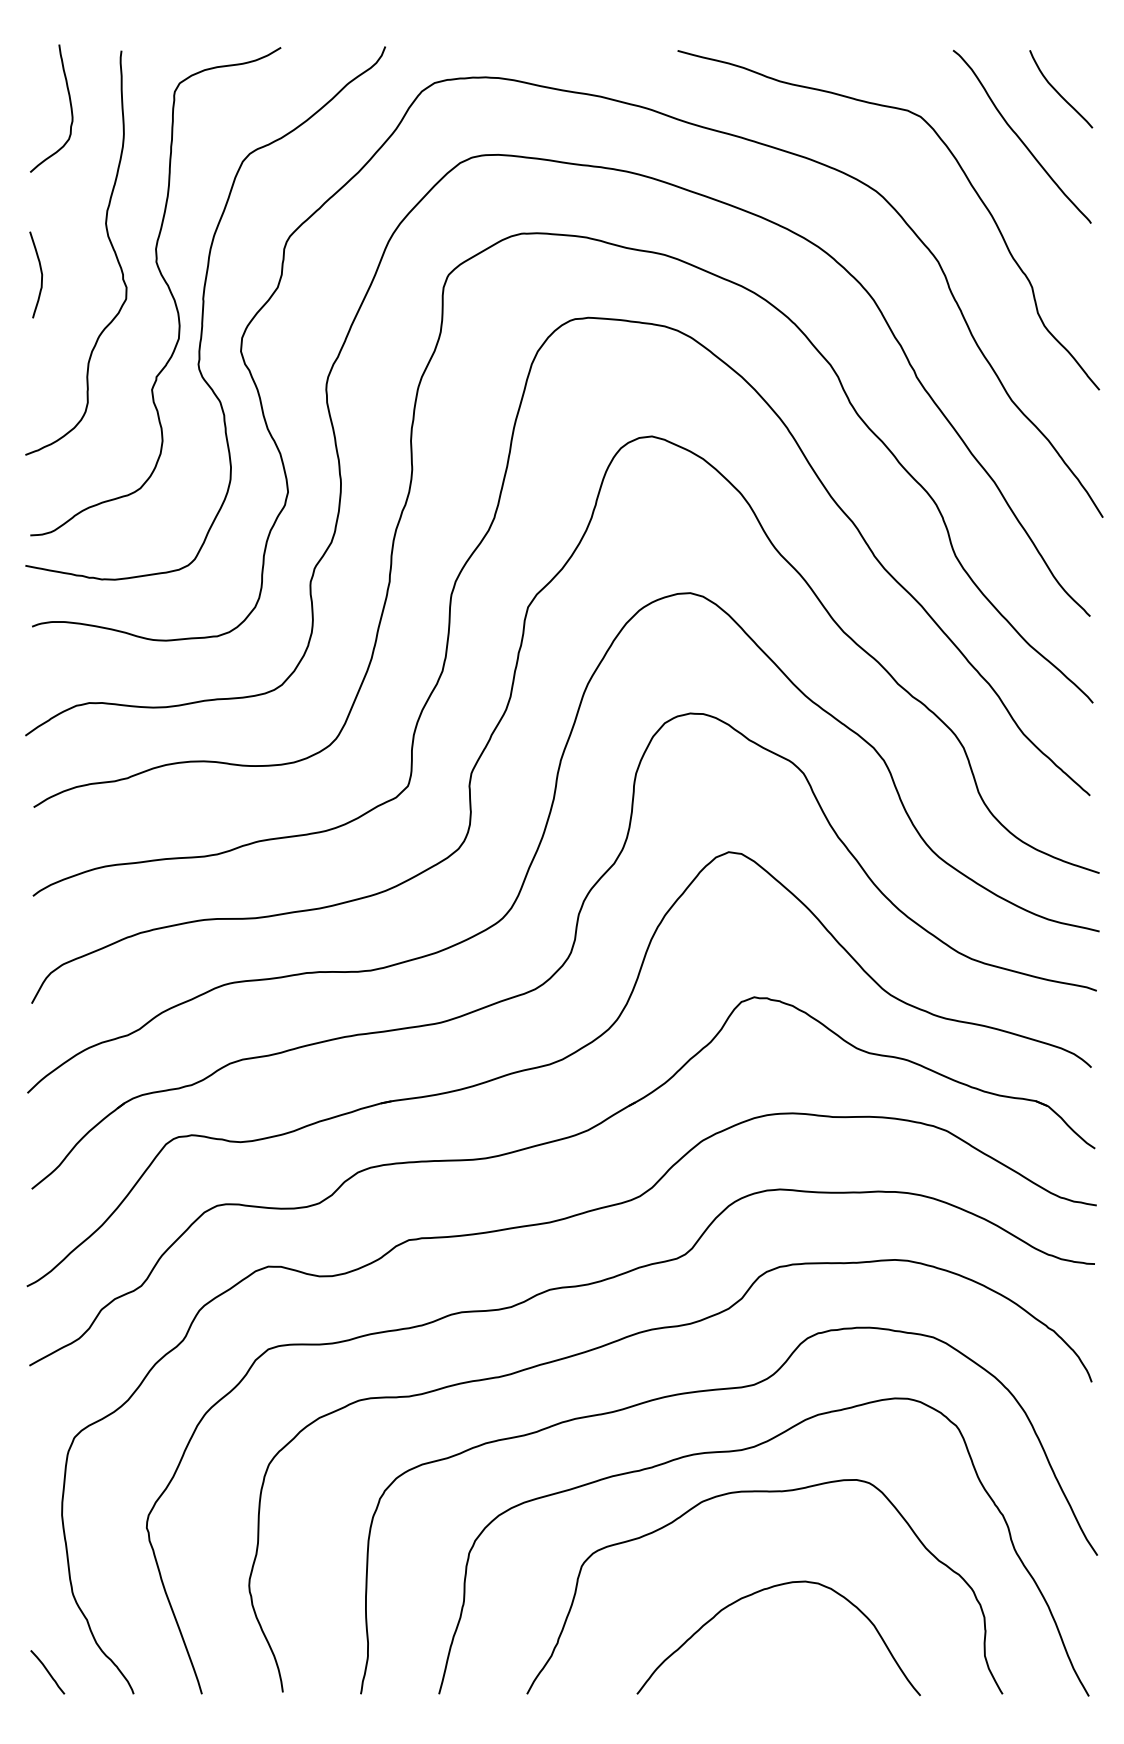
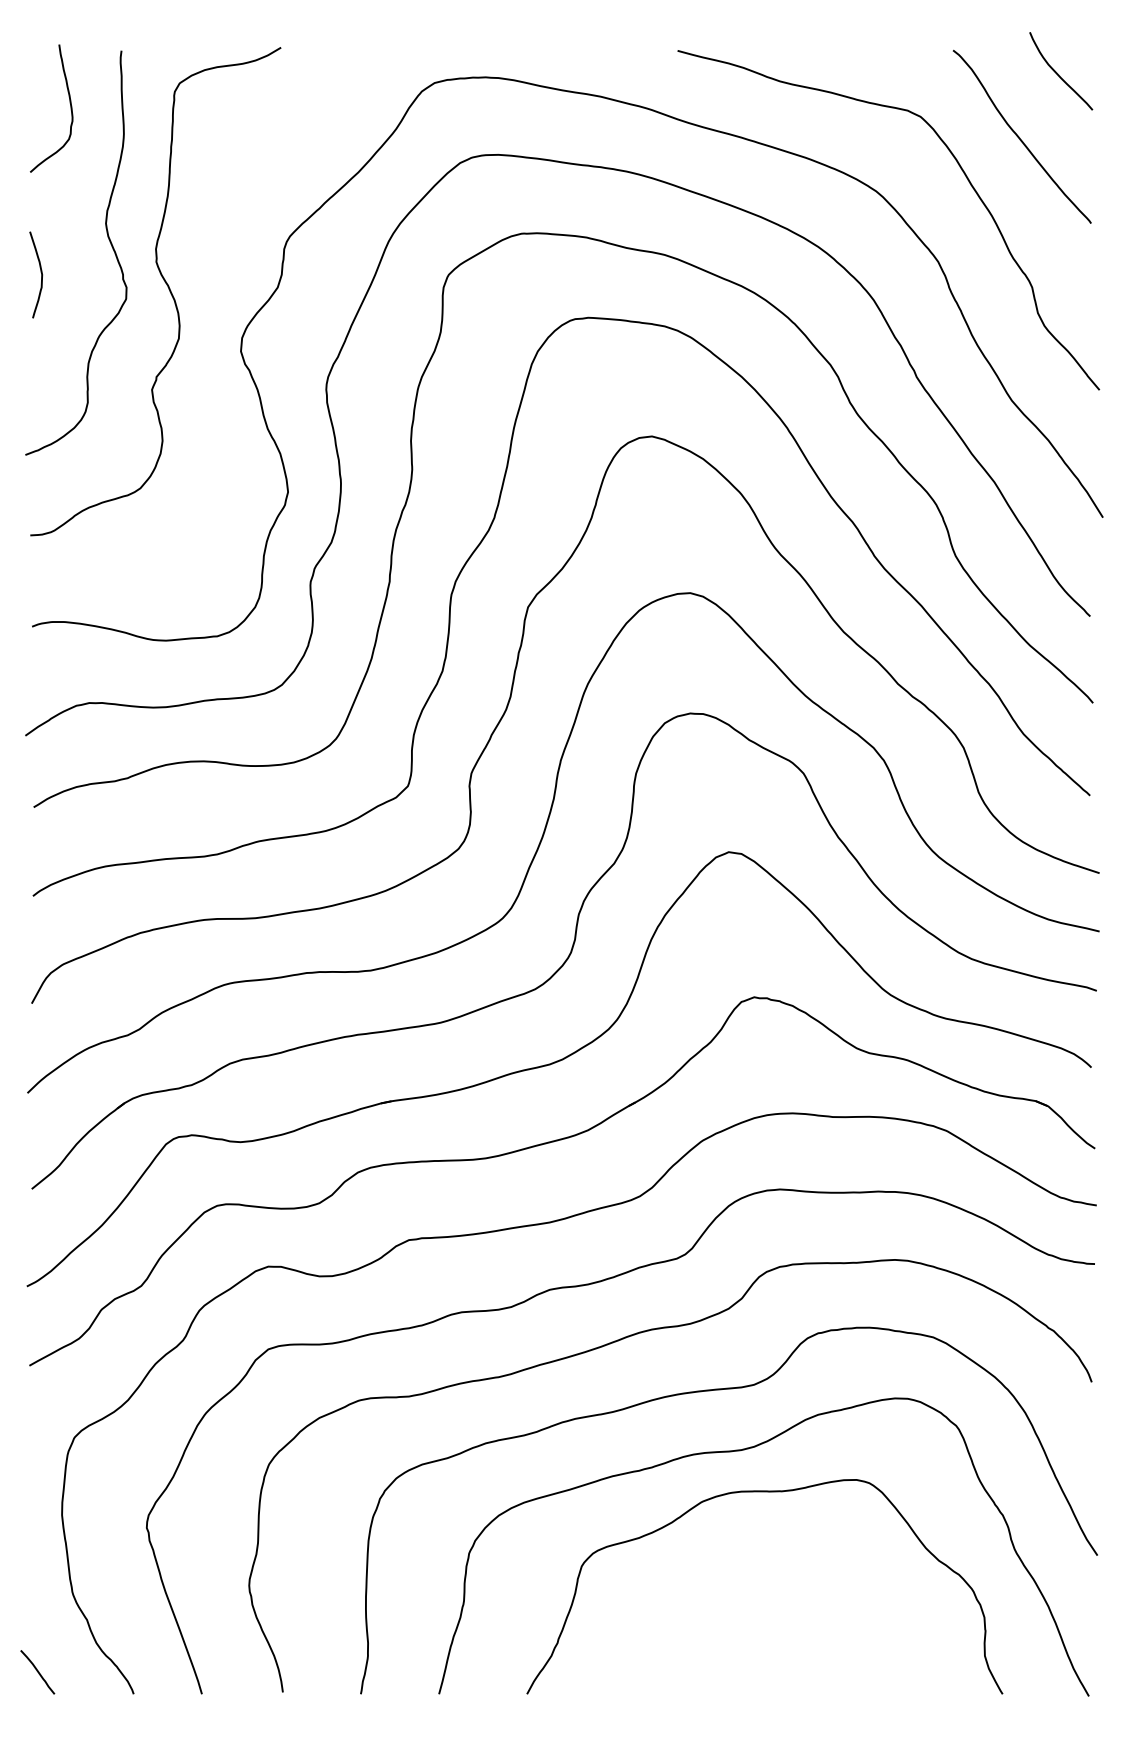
curve at (1058, 91) position: (1058, 91) -> (1058, 73)
curve at (203, 313): present -> none
curve at (759, 1592): present -> none
curve at (47, 1672) position: (47, 1672) -> (37, 1672)
